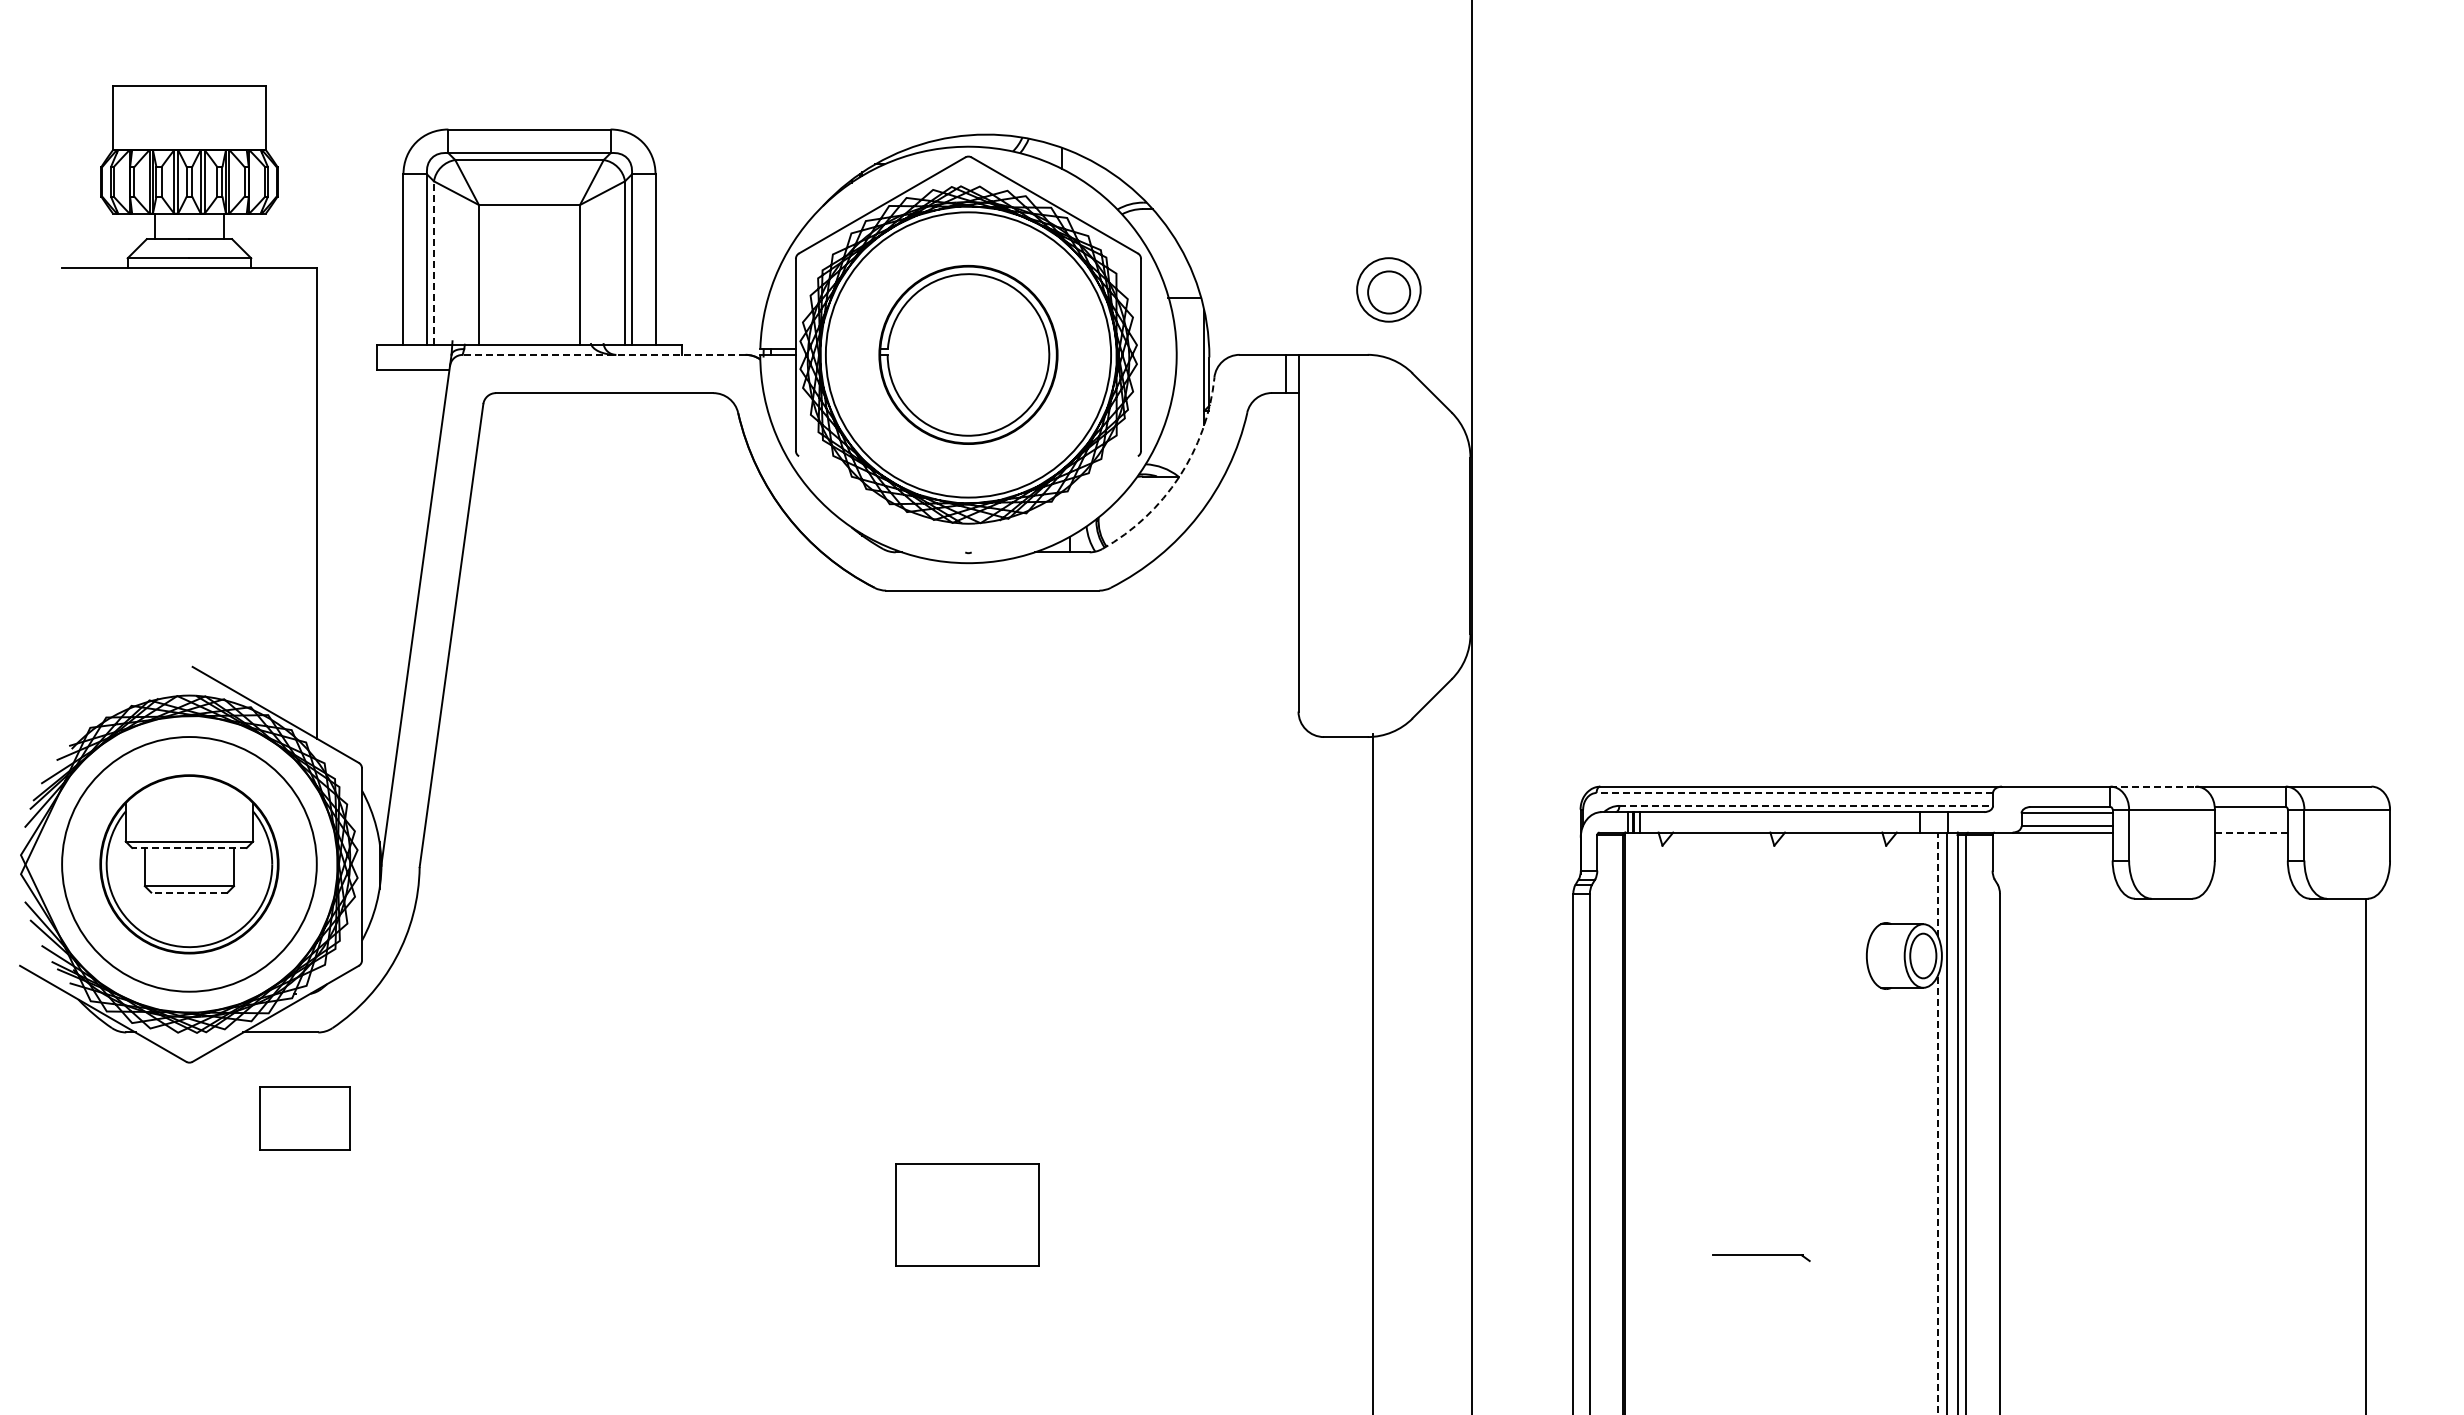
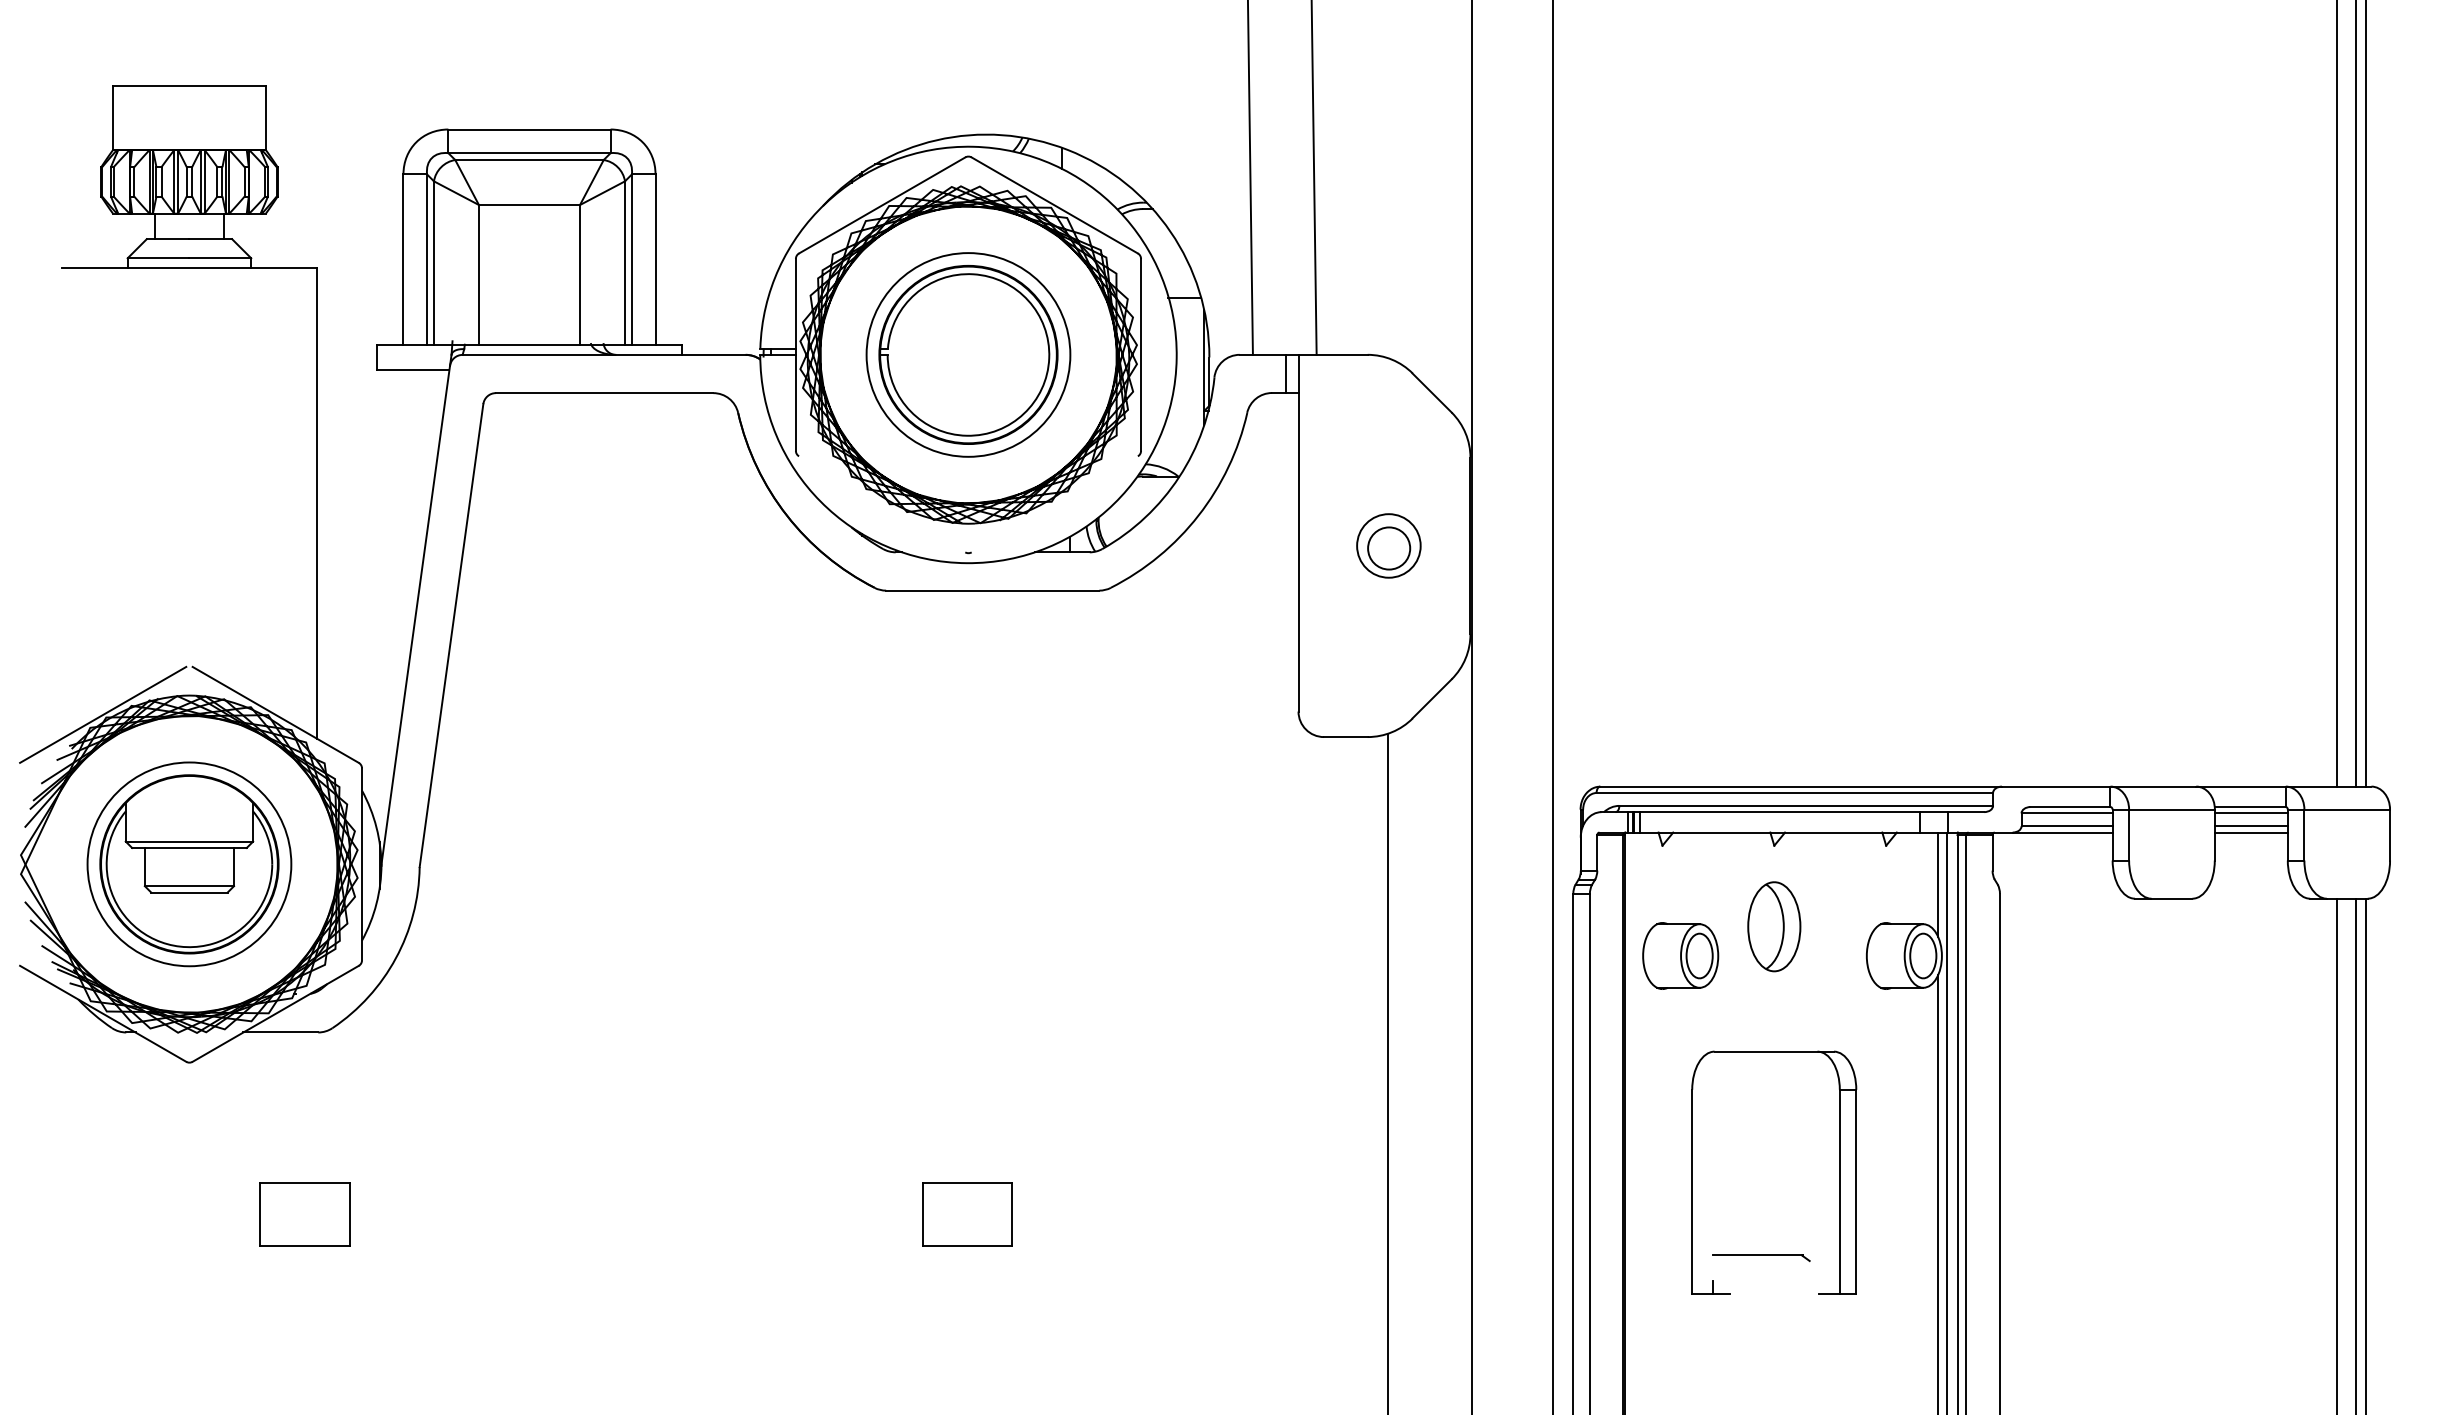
line at (1249, 178): none -> present
line at (1313, 178): none -> present
line at (434, 263): dashed -> solid
part at (1388, 289) position: (1388, 289) -> (1388, 545)
line at (604, 354): dashed -> solid
circle at (968, 354) diameter: 285 px -> 204 px
line at (2336, 394): none -> present
line at (2355, 394): none -> present
line at (2365, 394): none -> present
arc at (1179, 477): dashed -> solid
line at (1552, 706): none -> present
line at (103, 714): none -> present
line at (2153, 786): dashed -> solid
line at (1794, 792): dashed -> solid
line at (1806, 805): dashed -> solid
line at (2250, 813): none -> present
line at (2250, 826): none -> present
line at (2251, 832): dashed -> solid
line at (188, 847): dashed -> solid
circle at (189, 864) diameter: 255 px -> 204 px
line at (1938, 884): dashed -> solid
line at (188, 892): dashed -> solid
part at (1774, 926): none -> present
part at (1680, 955): none -> present
line at (1372, 1072) position: (1372, 1072) -> (1387, 1072)
part at (304, 1118) position: (304, 1118) -> (304, 1214)
line at (2336, 1154): none -> present
line at (2355, 1154): none -> present
part at (1839, 1172): none -> present
line at (1938, 1194): dashed -> solid
part at (967, 1214) size: 145x104 px -> 91x65 px
